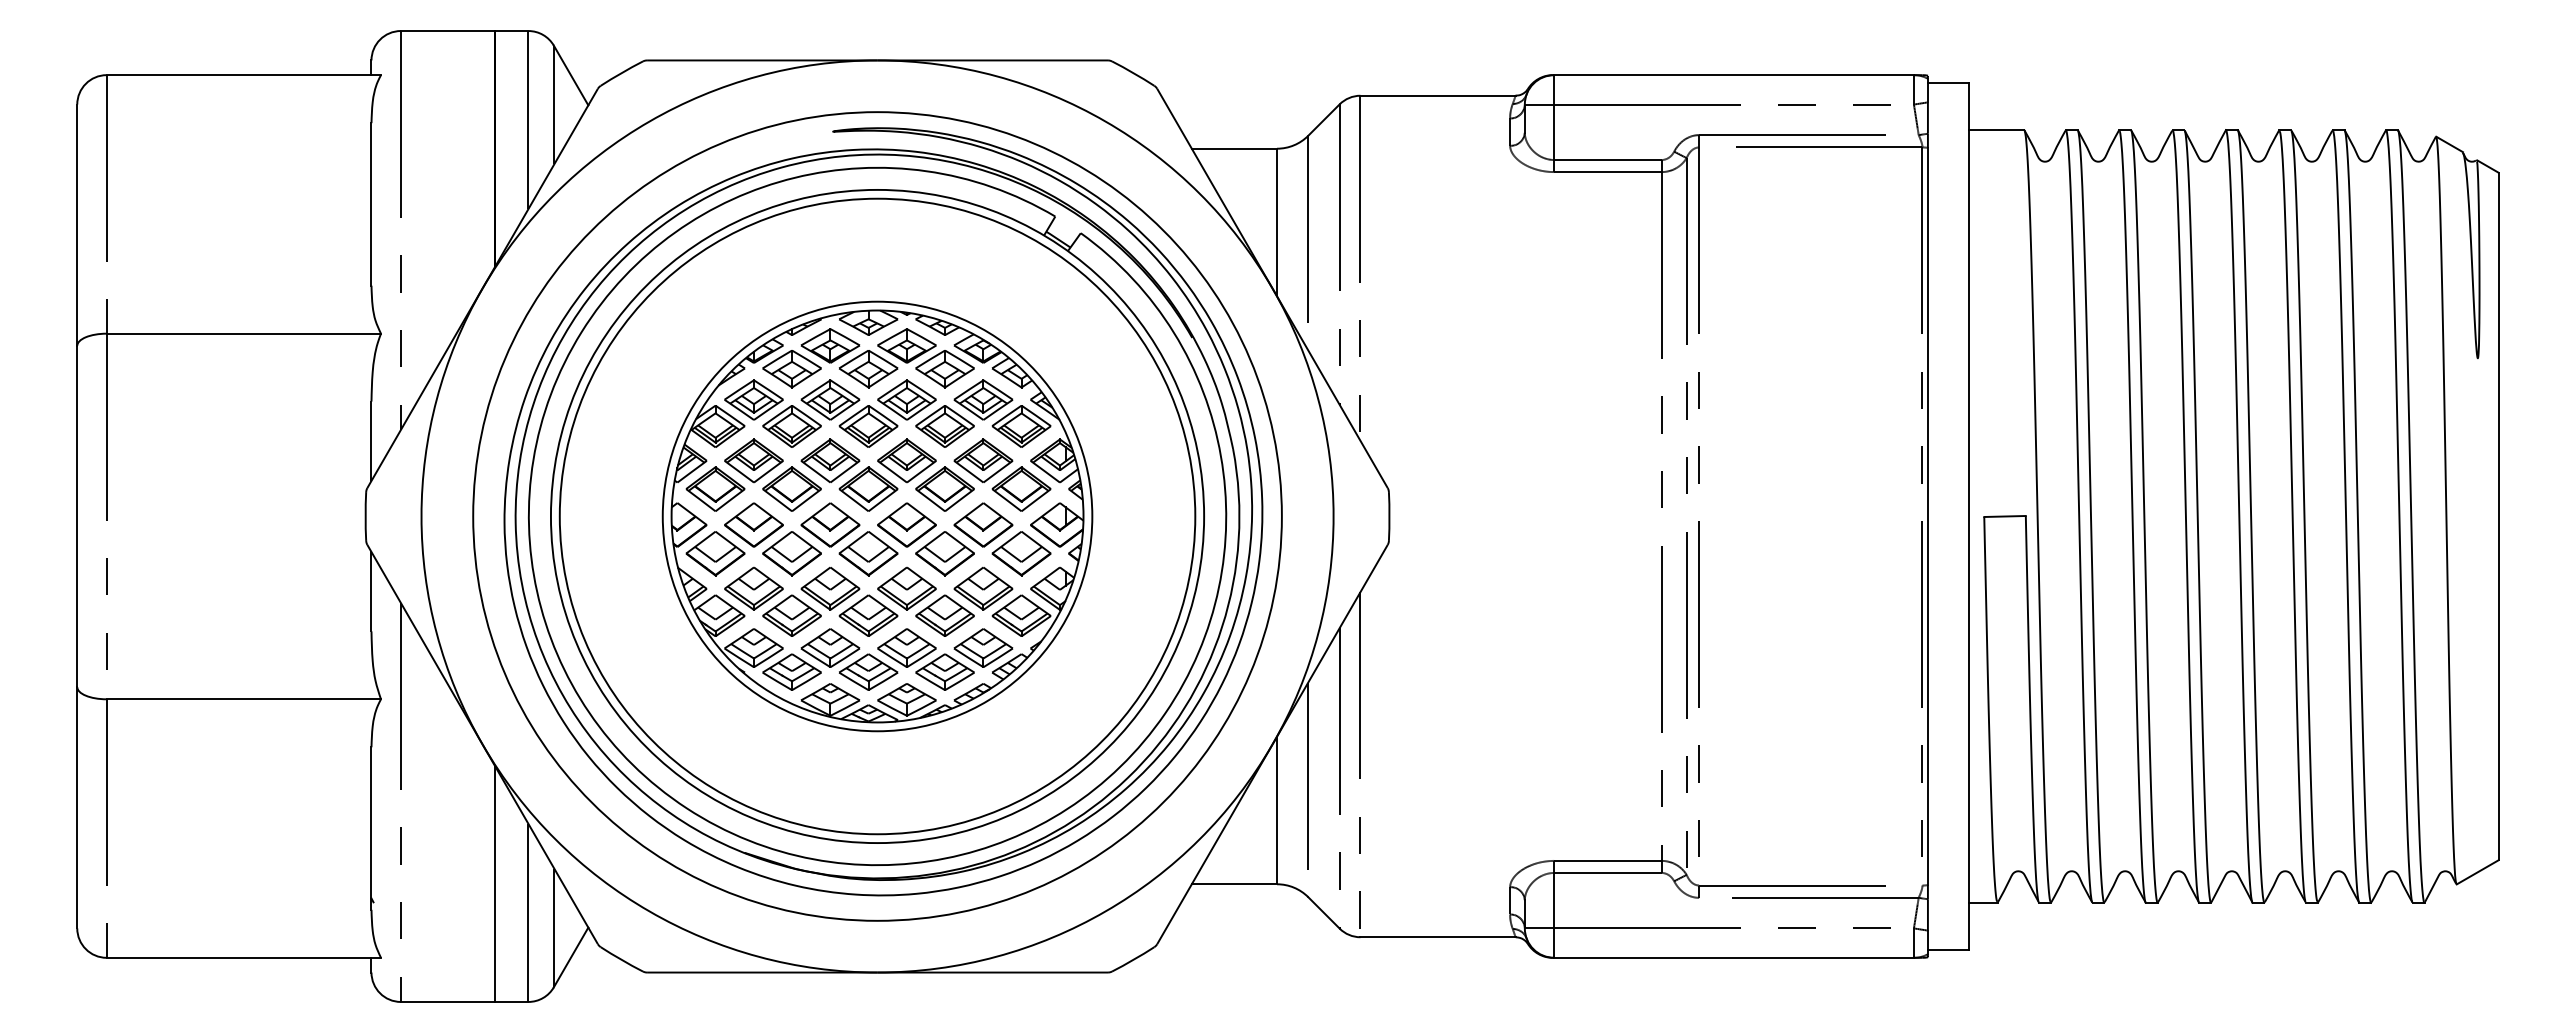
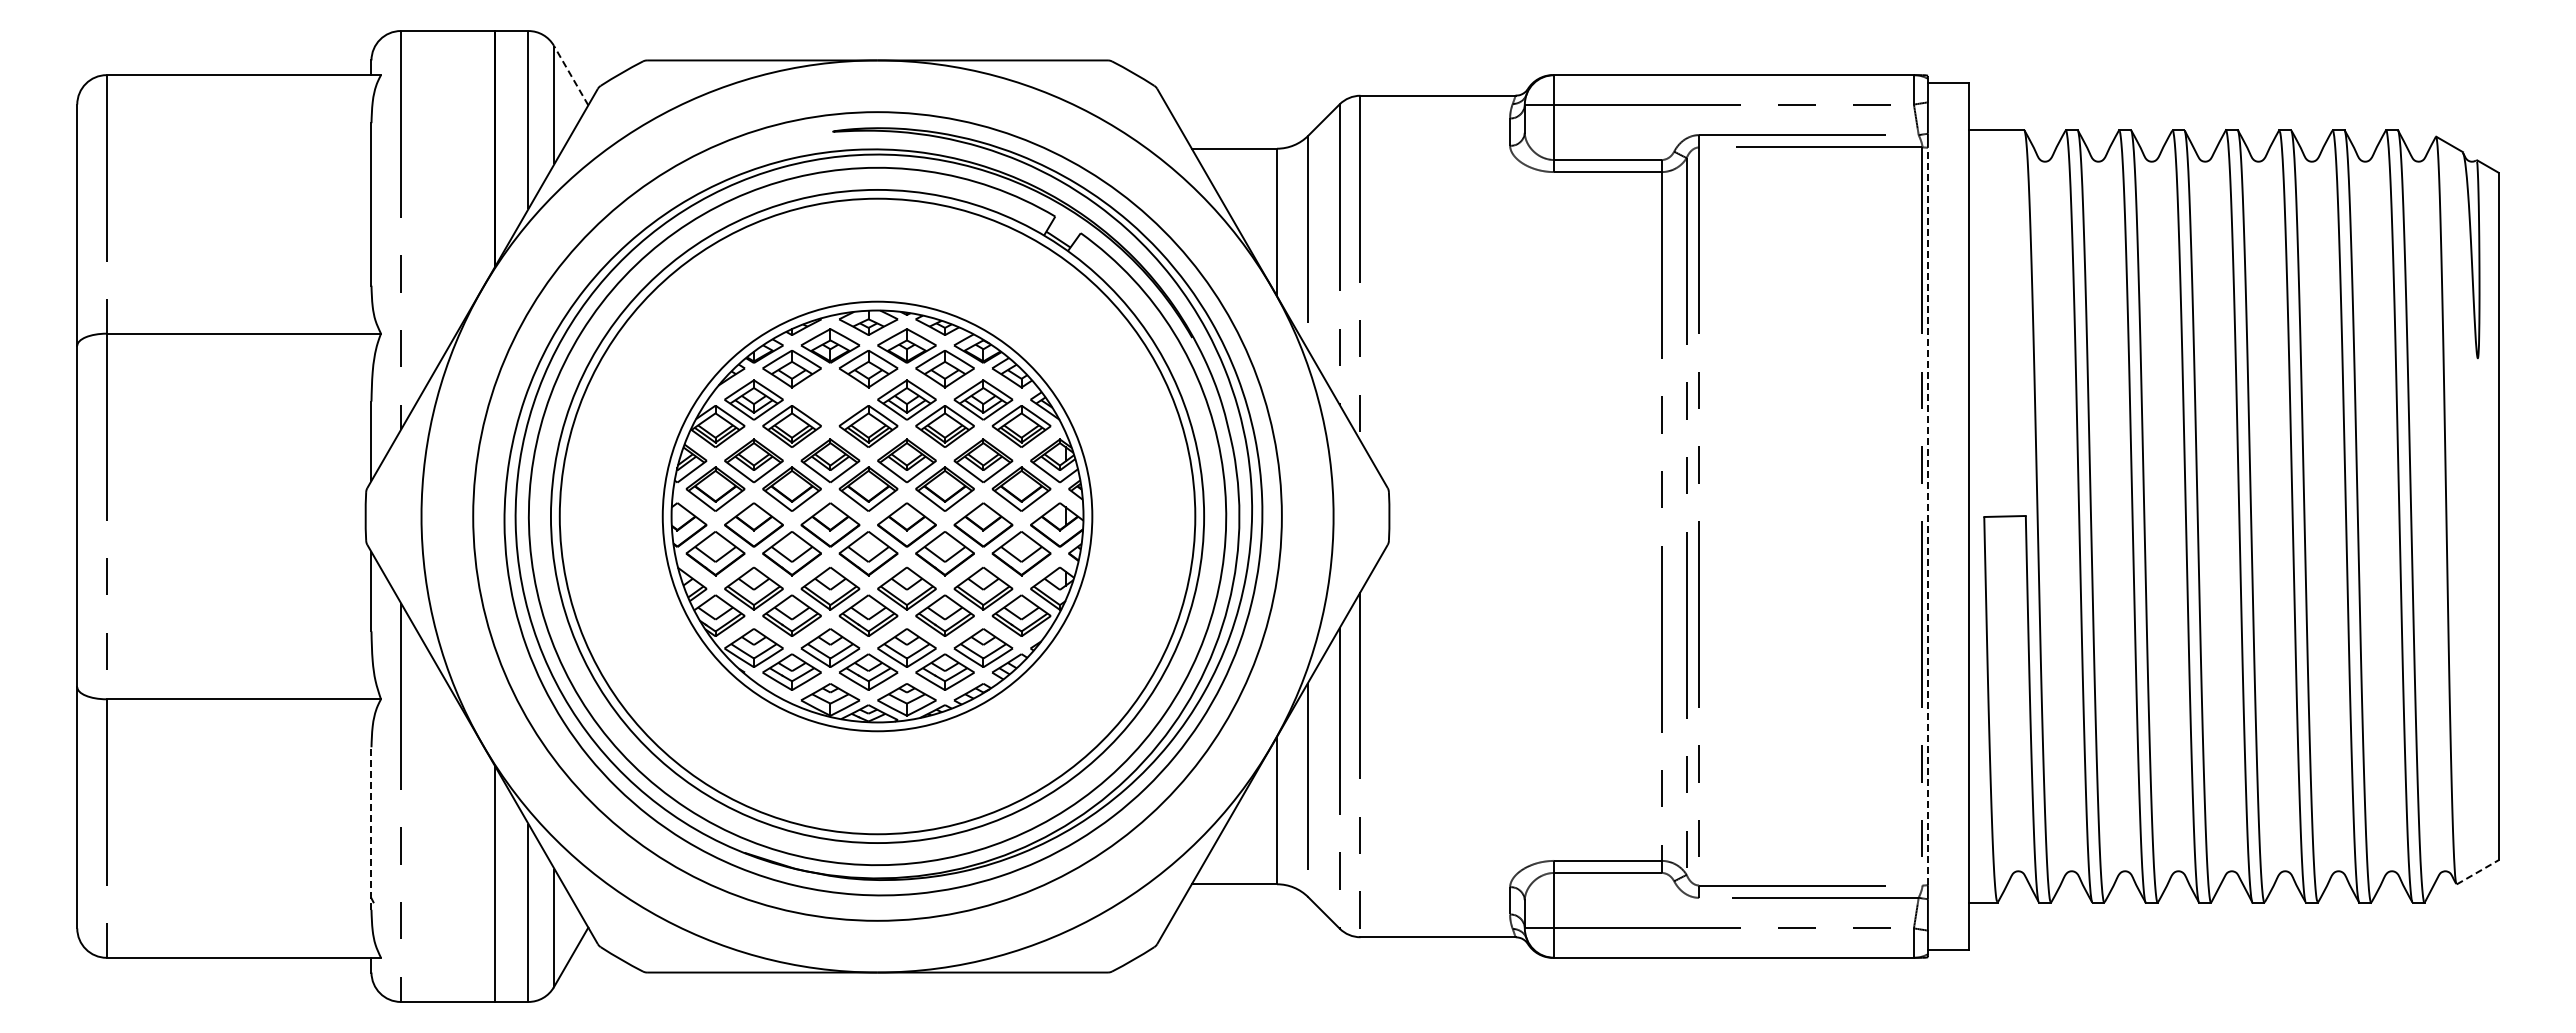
line at (570, 75): solid -> dashed
part at (830, 399): present -> none
line at (1927, 516): solid -> dashed
line at (371, 828): solid -> dashed
line at (2478, 872): solid -> dashed
